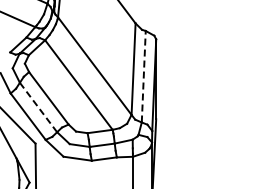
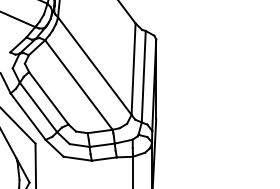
line at (143, 76): dashed -> solid
line at (38, 107): dashed -> solid
